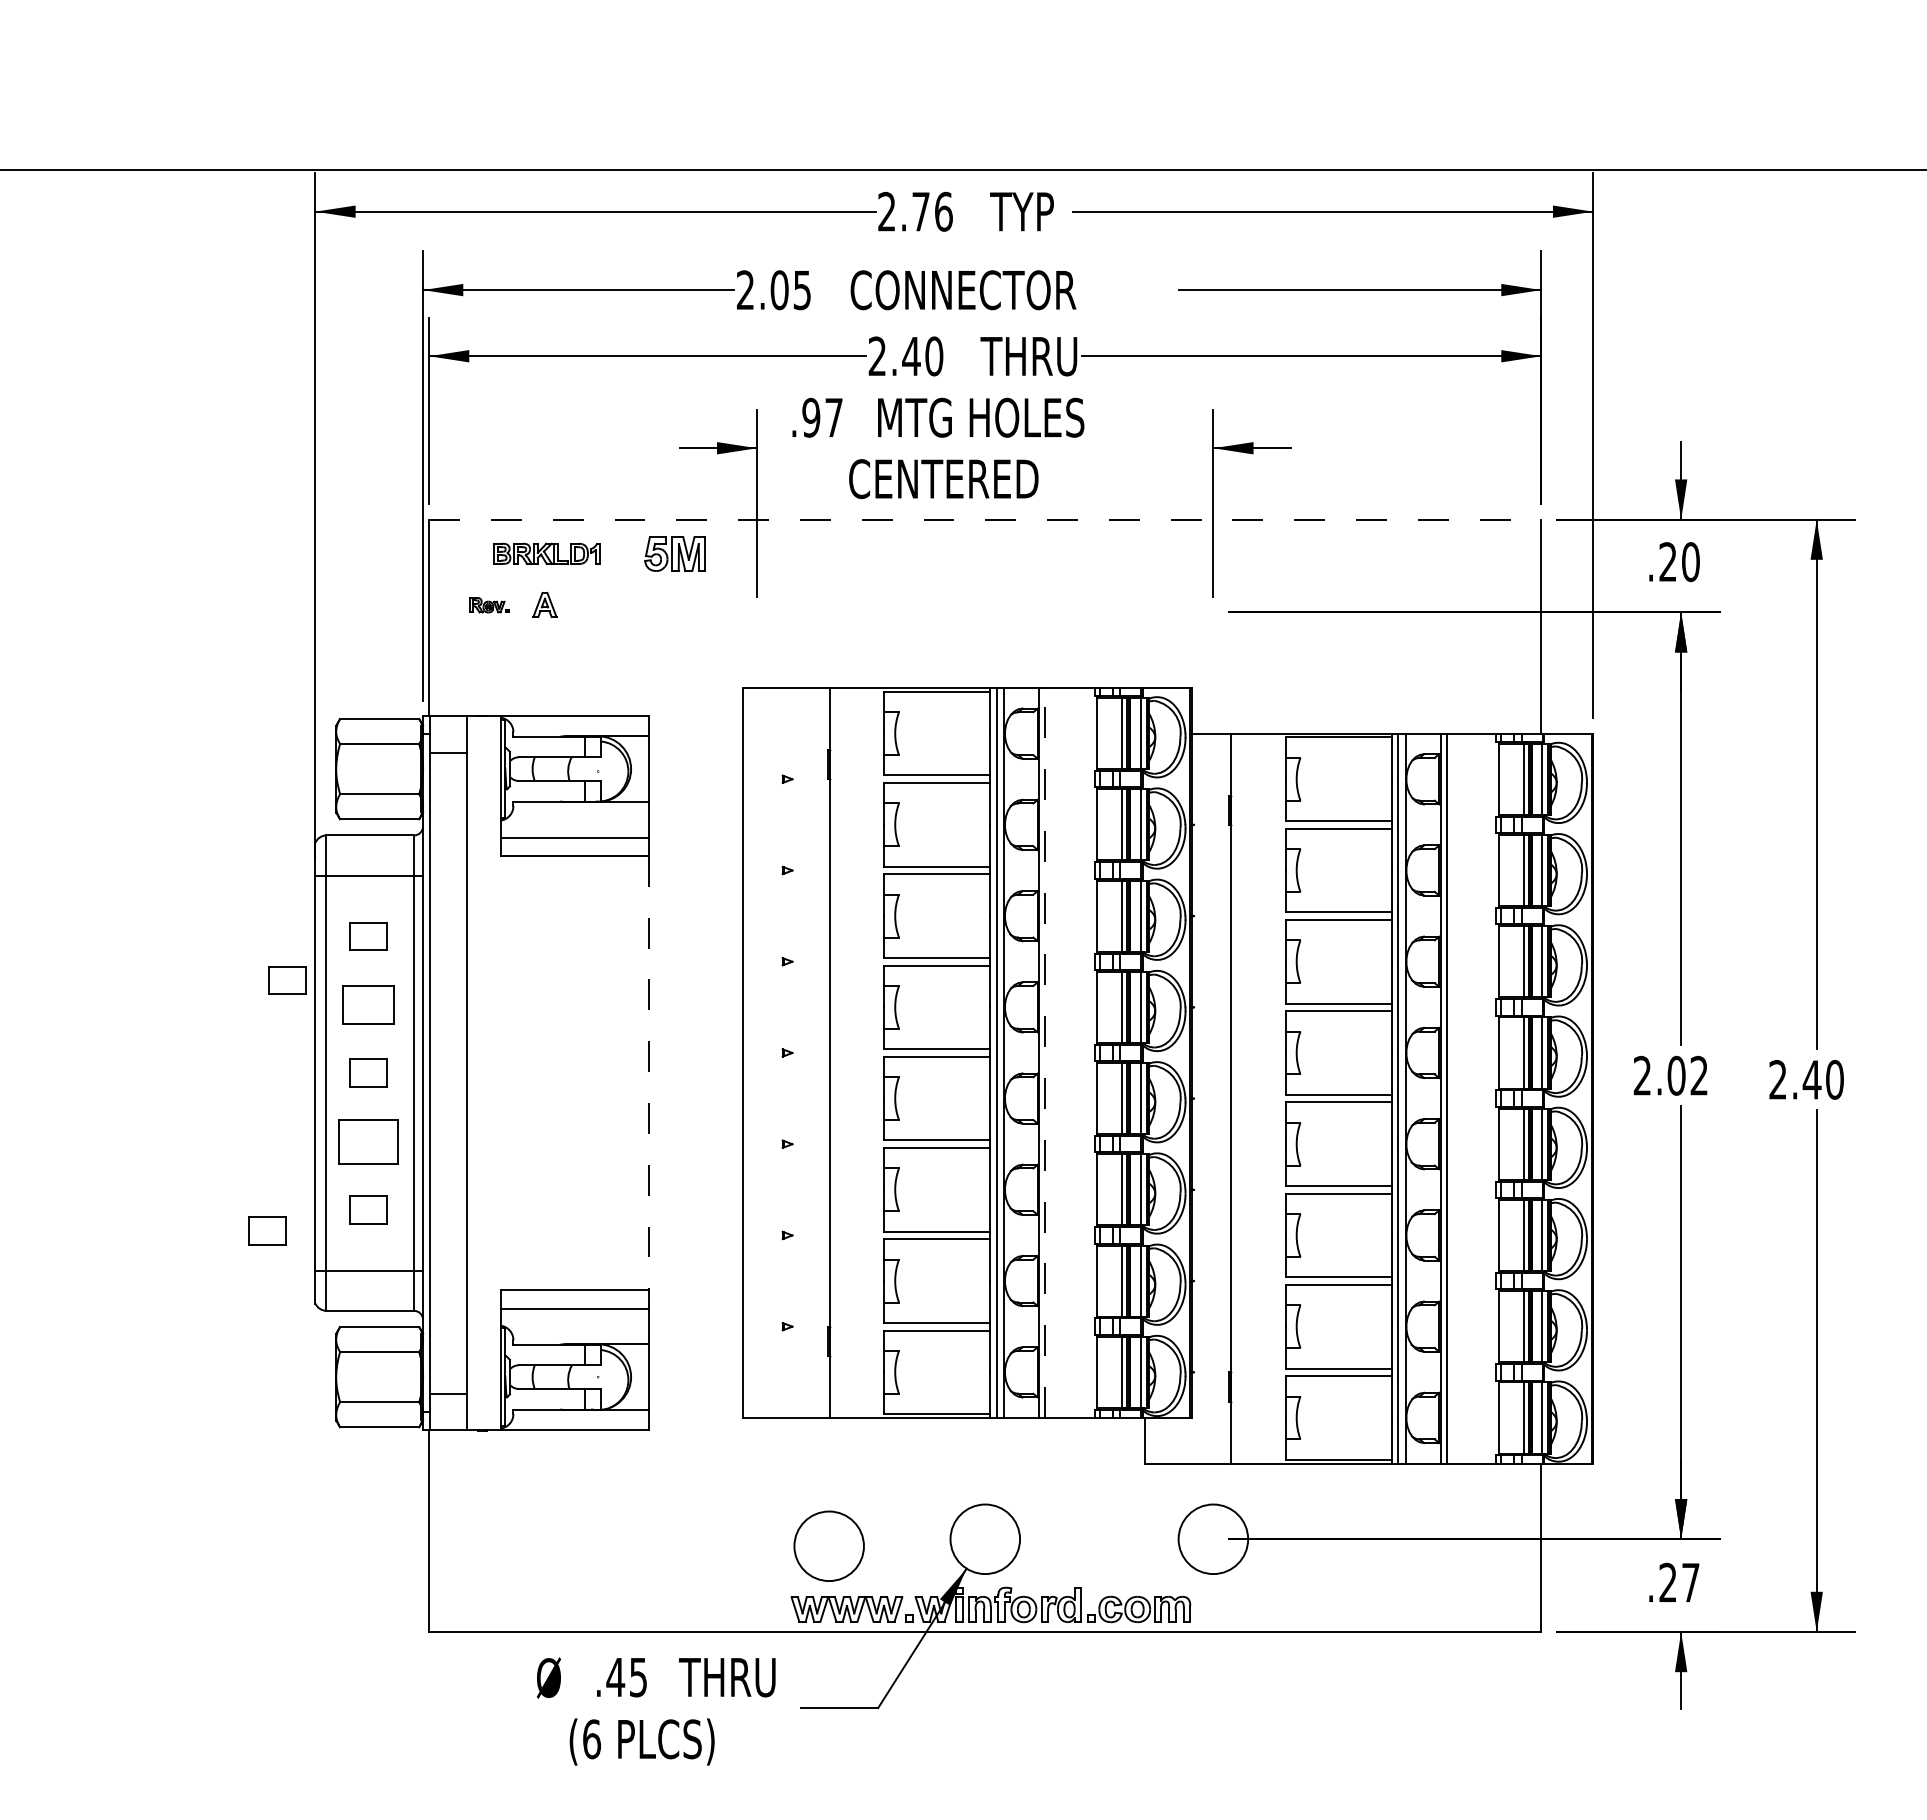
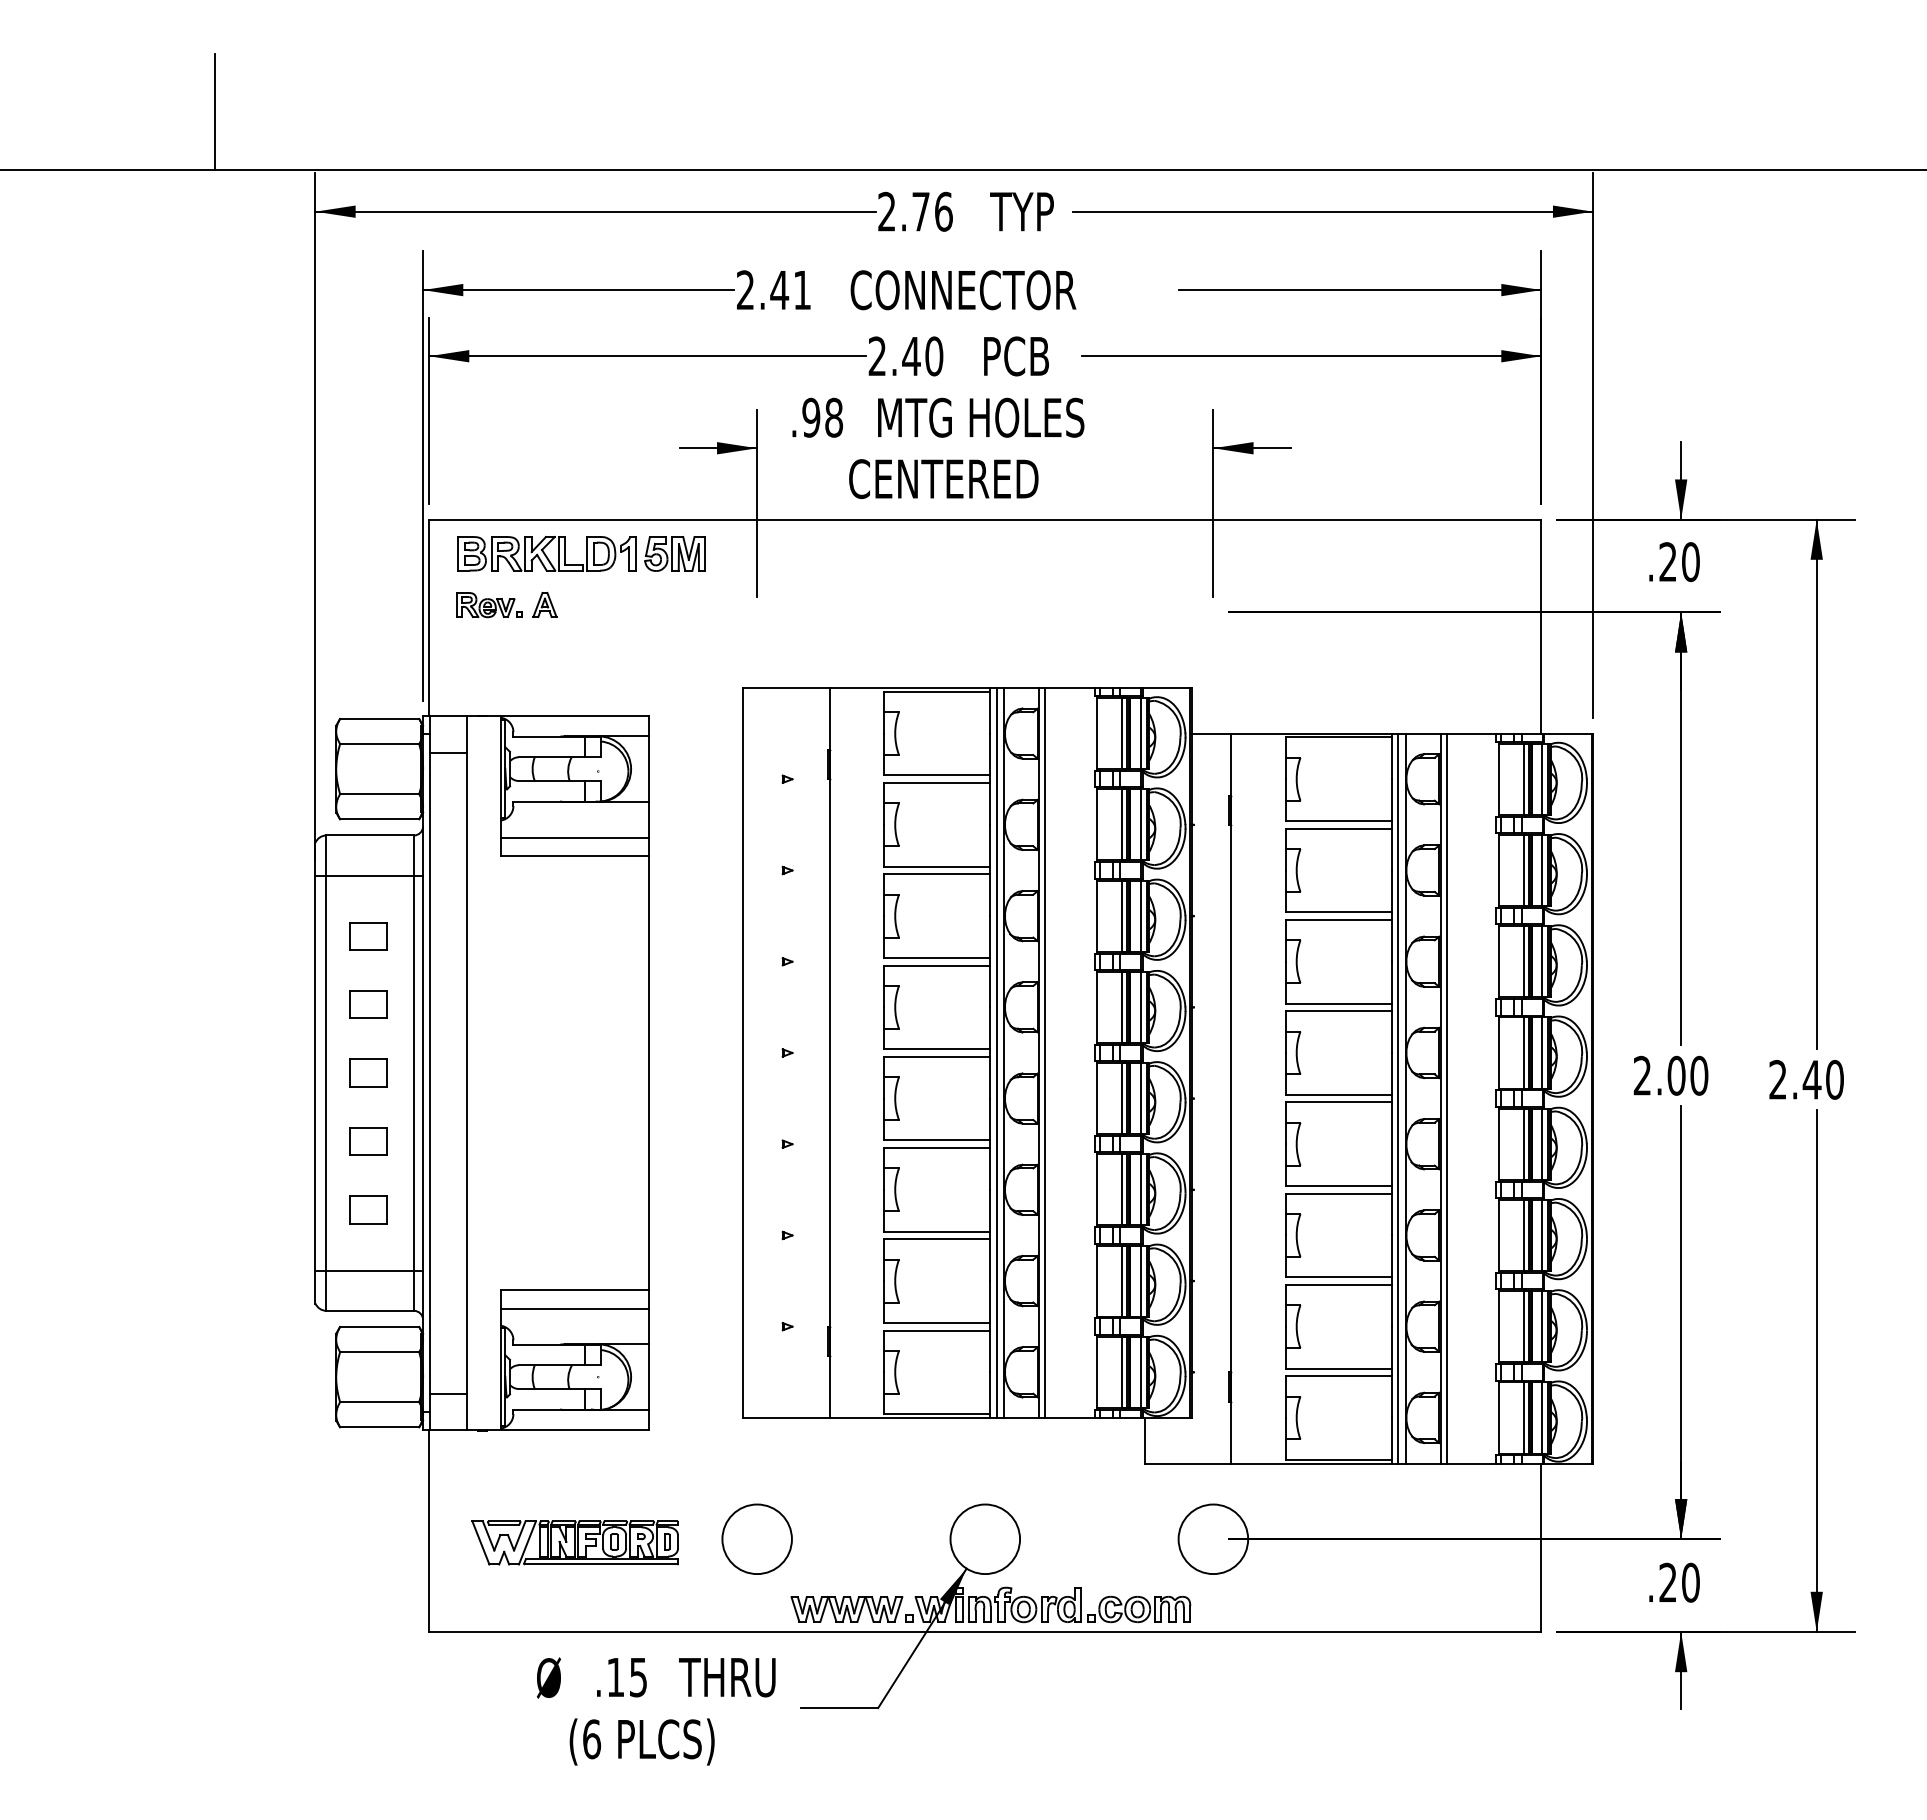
line at (214, 112): none -> present
text at (790, 290): 2.05 -> 2.41
text at (1028, 356): THRU -> PCB
text at (834, 417): .97 -> .98
line at (985, 519): dashed -> solid
part at (546, 553) size: 108x23 px -> 180x36 px
part at (489, 605) size: 41x17 px -> 67x27 px
part at (287, 980): present -> none
part at (368, 1004) size: 53x40 px -> 39x29 px
line at (1045, 1052): dashed -> solid
line at (649, 1073): dashed -> solid
text at (1699, 1075): 2.02 -> 2.00
part at (368, 1141) size: 61x46 px -> 39x29 px
part at (267, 1230): present -> none
part at (574, 1542): none -> present
circle at (828, 1545) position: (828, 1545) -> (756, 1538)
text at (1690, 1582): .27 -> .20
text at (615, 1677): .45 -> .15
